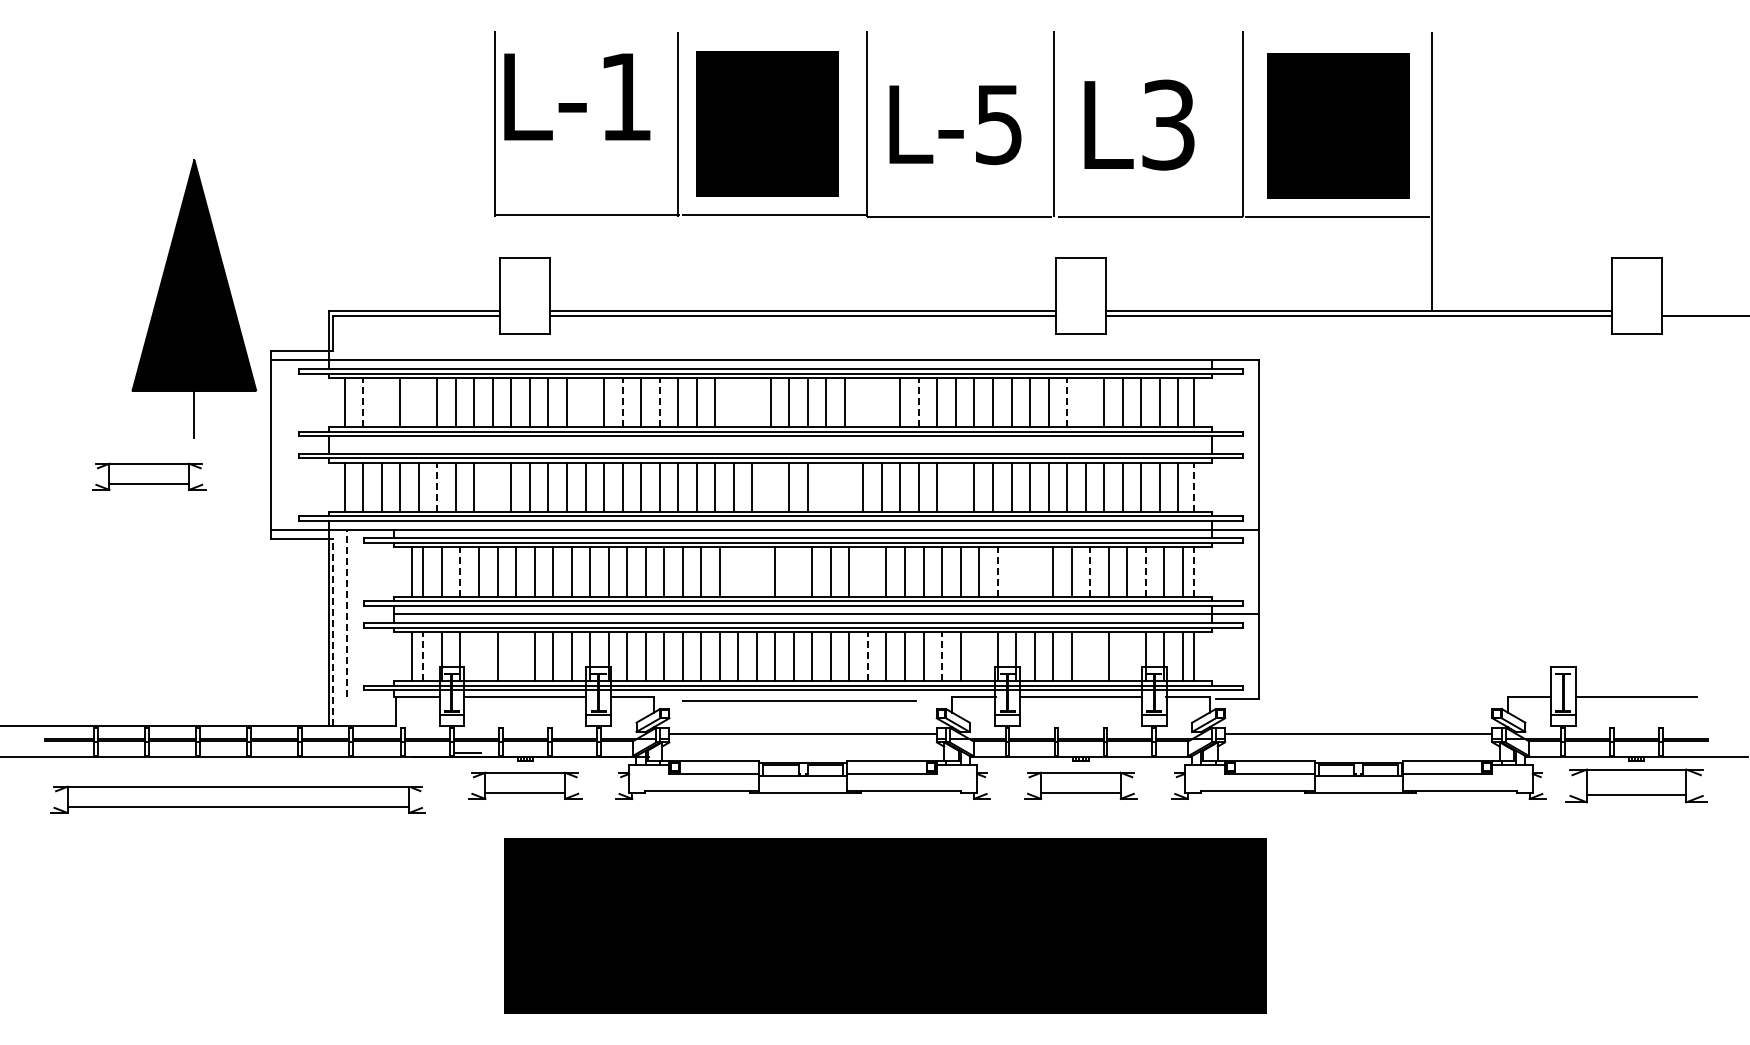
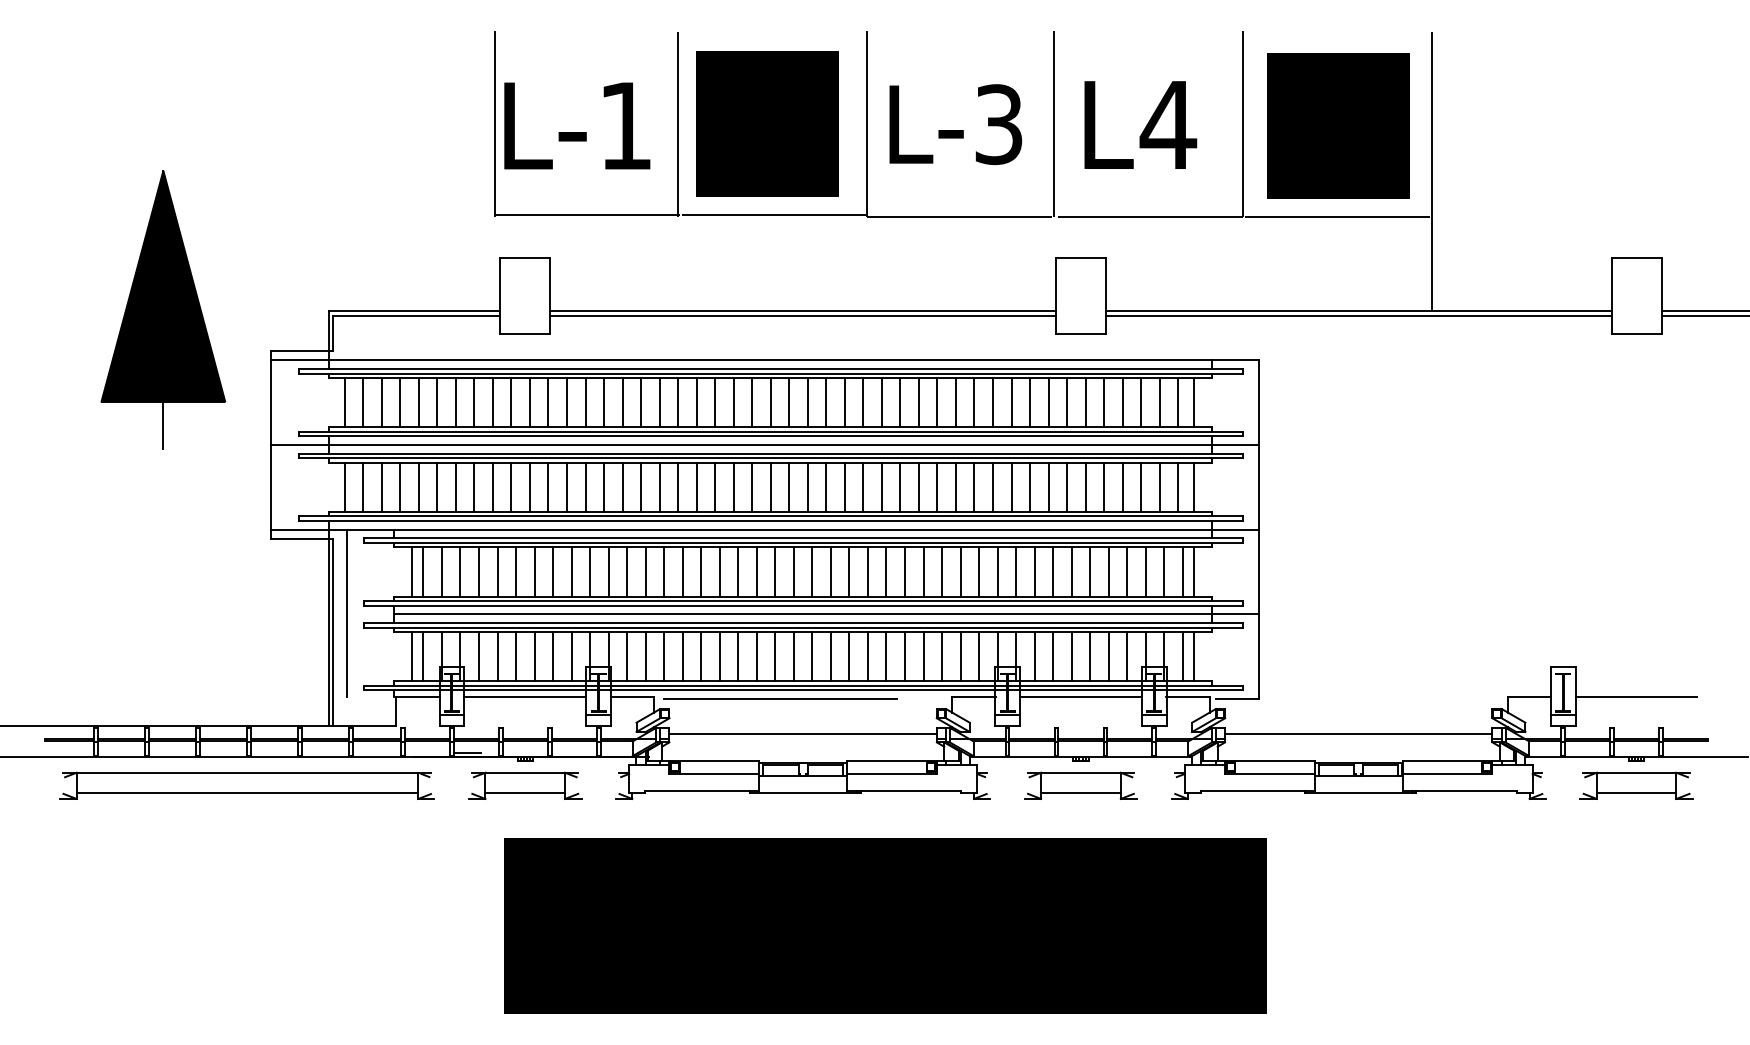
text at (577, 96) position: (577, 96) -> (577, 125)
text at (998, 124): L-5 -> L-3
text at (1168, 124): L3 -> L4
part at (194, 298) position: (194, 298) -> (163, 309)
line at (1703, 311): none -> present
line at (363, 402): dashed -> solid
line at (381, 402): none -> present
line at (418, 402): none -> present
line at (585, 402): none -> present
line at (622, 402): dashed -> solid
line at (659, 402): dashed -> solid
line at (733, 402): none -> present
line at (752, 402): none -> present
line at (863, 402): none -> present
line at (881, 402): none -> present
line at (918, 402): dashed -> solid
line at (1067, 402): dashed -> solid
line at (1085, 402): none -> present
line at (765, 444): none -> present
part at (149, 476): present -> none
line at (437, 487): dashed -> solid
line at (492, 487): none -> present
line at (770, 487): none -> present
line at (826, 487): none -> present
line at (844, 487): none -> present
line at (955, 487): none -> present
line at (1193, 487): dashed -> solid
line at (738, 571): none -> present
line at (756, 571): none -> present
line at (793, 571): none -> present
line at (867, 571): none -> present
line at (1016, 571): none -> present
line at (1034, 571): none -> present
line at (460, 572): dashed -> solid
line at (997, 572): dashed -> solid
line at (1090, 572): dashed -> solid
line at (1145, 572): dashed -> solid
line at (1193, 572): dashed -> solid
line at (347, 612): dashed -> solid
line at (333, 631): dashed -> solid
line at (423, 656): dashed -> solid
line at (479, 656): none -> present
line at (516, 656): none -> present
line at (867, 656): dashed -> solid
line at (942, 656): dashed -> solid
line at (979, 656): none -> present
line at (1090, 656): none -> present
line at (1127, 656): none -> present
line at (799, 700) position: (799, 700) -> (780, 698)
part at (1636, 785) size: 143x36 px -> 115x29 px
part at (237, 799) position: (237, 799) -> (246, 785)
